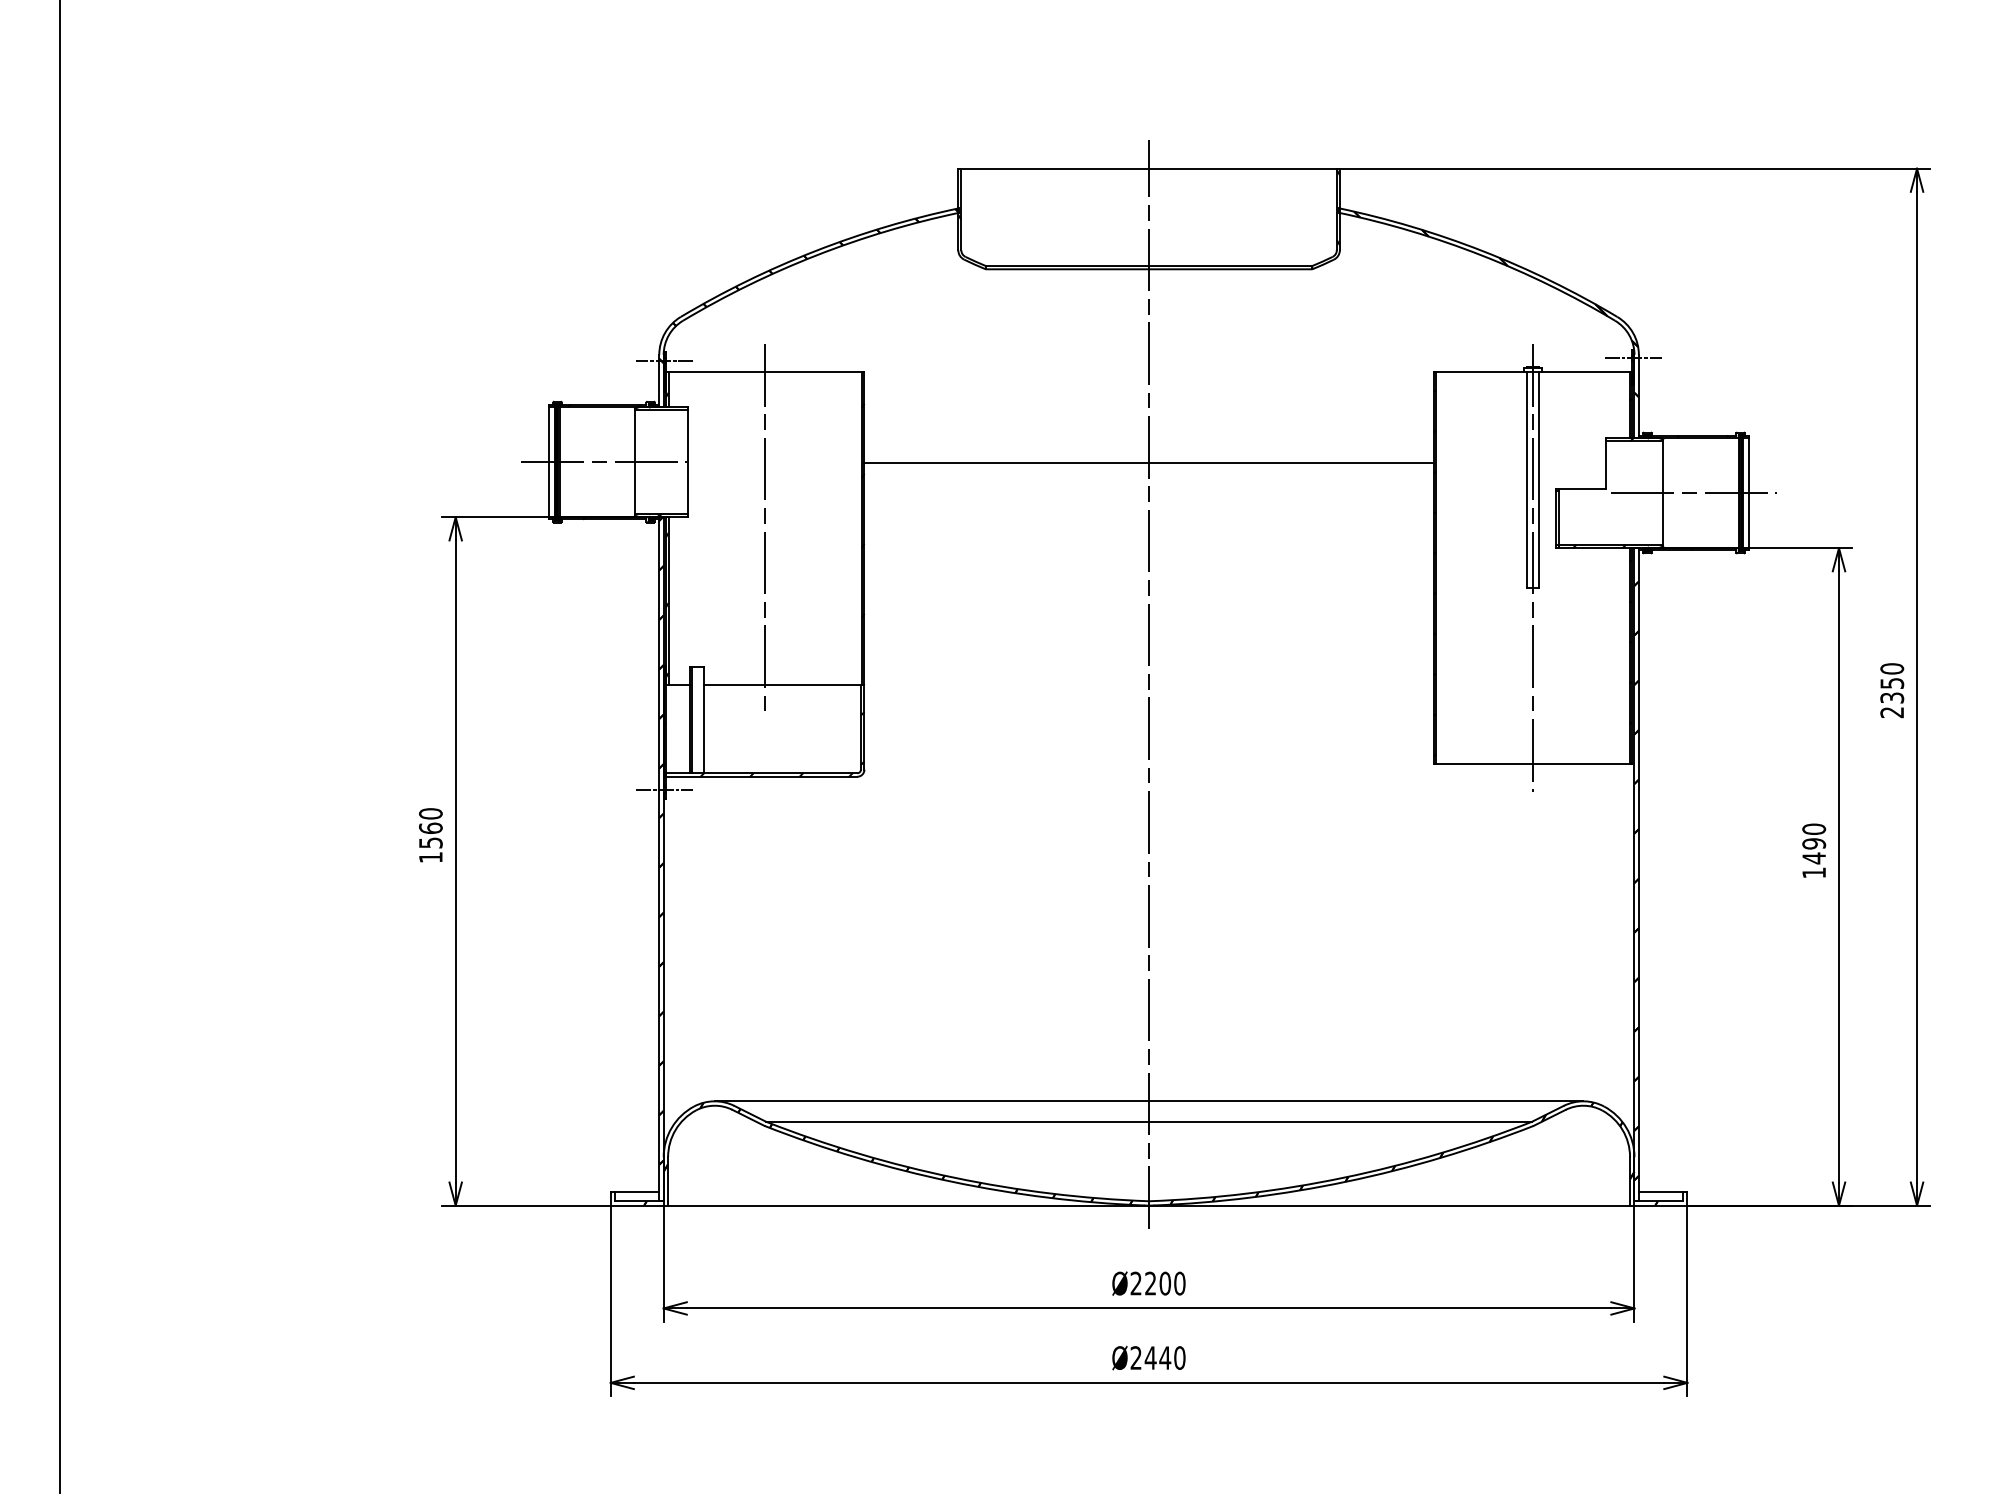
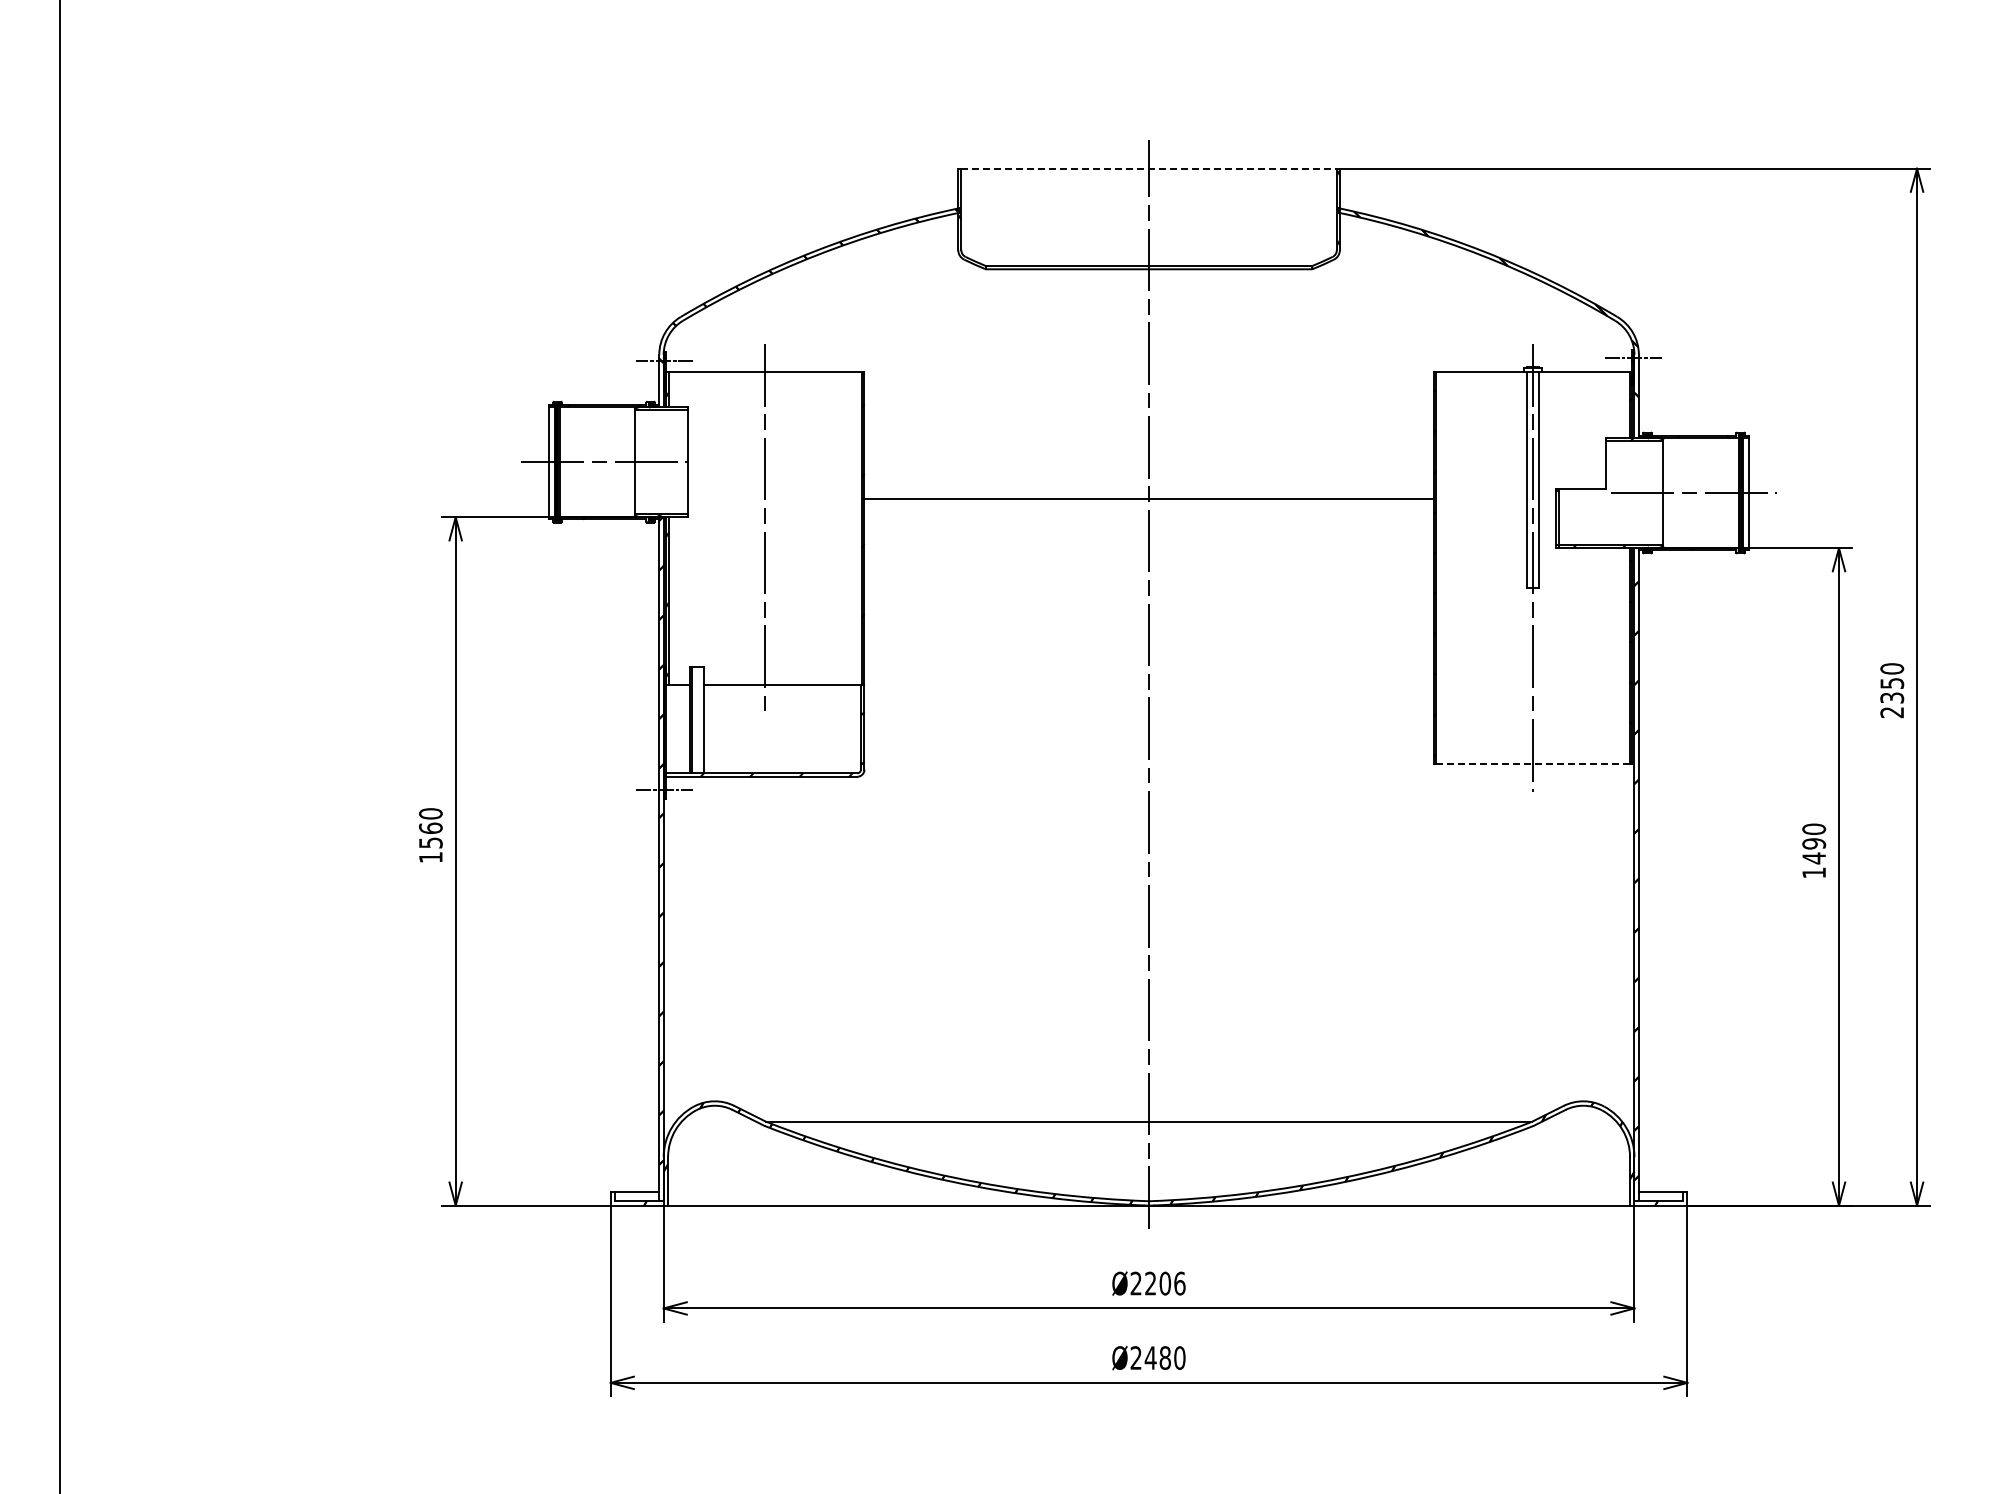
line at (1149, 168): solid -> dashed
line at (1148, 462) position: (1148, 462) -> (1148, 498)
line at (1532, 764): solid -> dashed
line at (1148, 1101): present -> none
text at (1179, 1283): Ø2200 -> Ø2206
text at (1165, 1357): Ø2440 -> Ø2480
